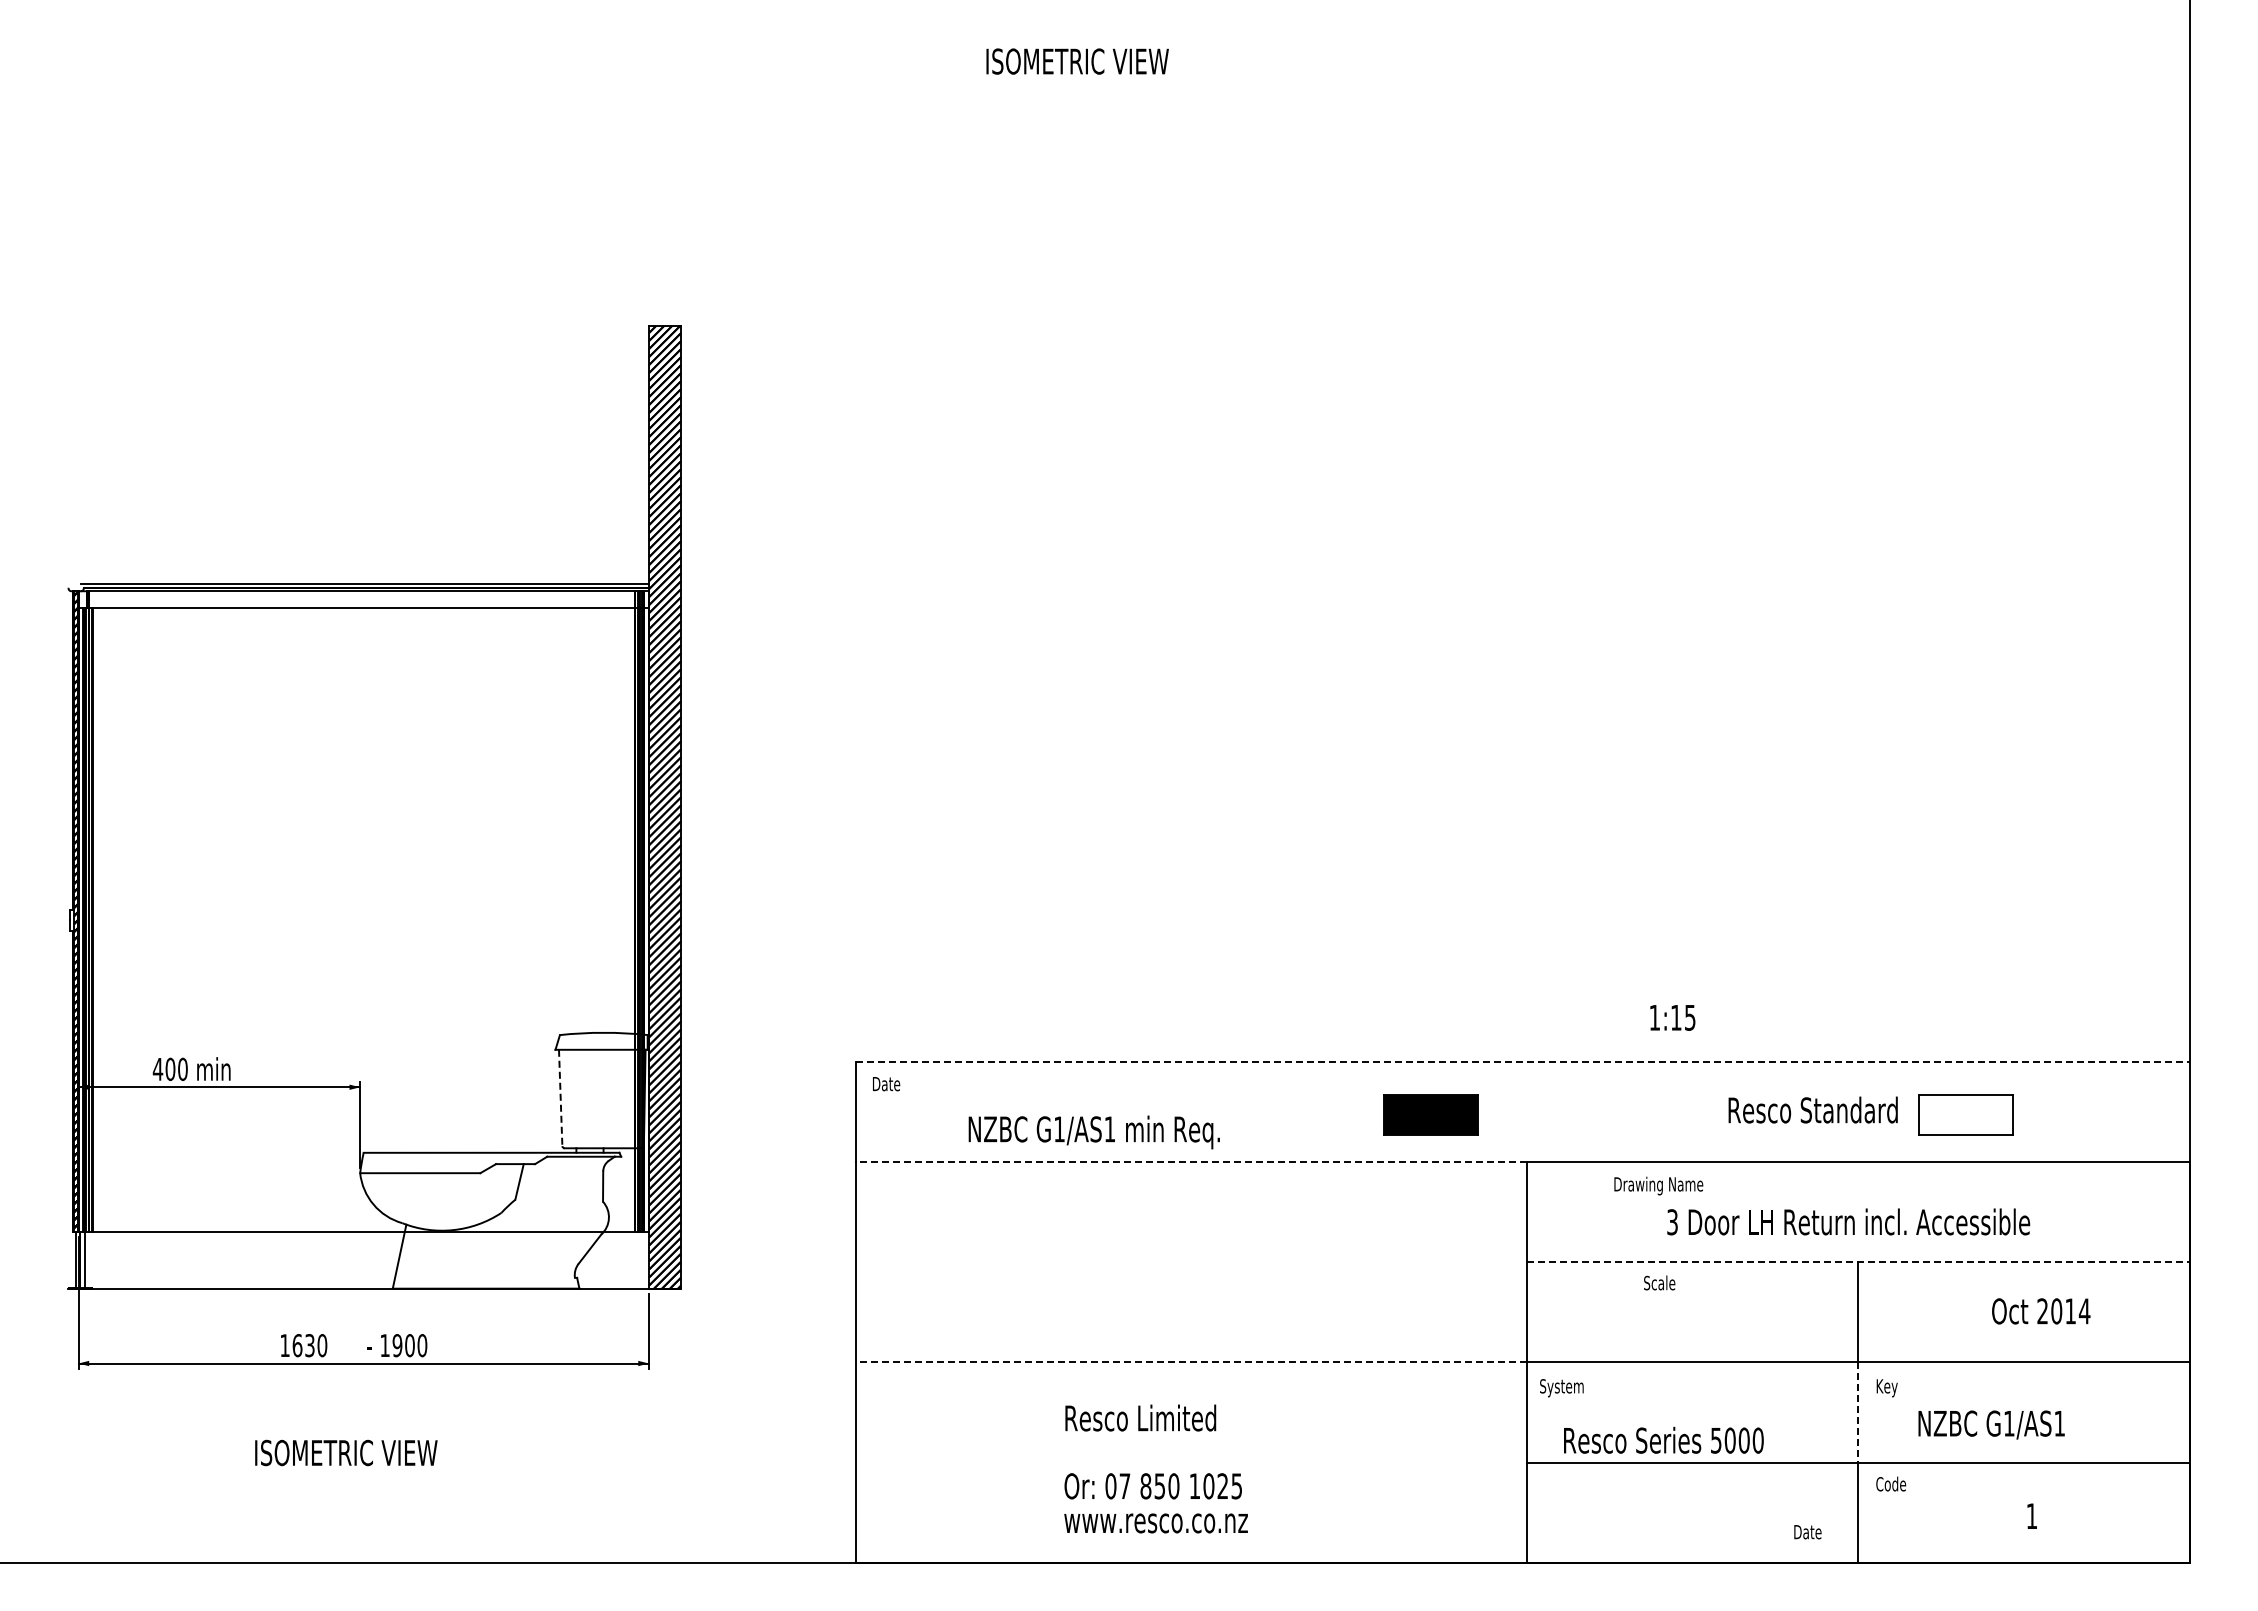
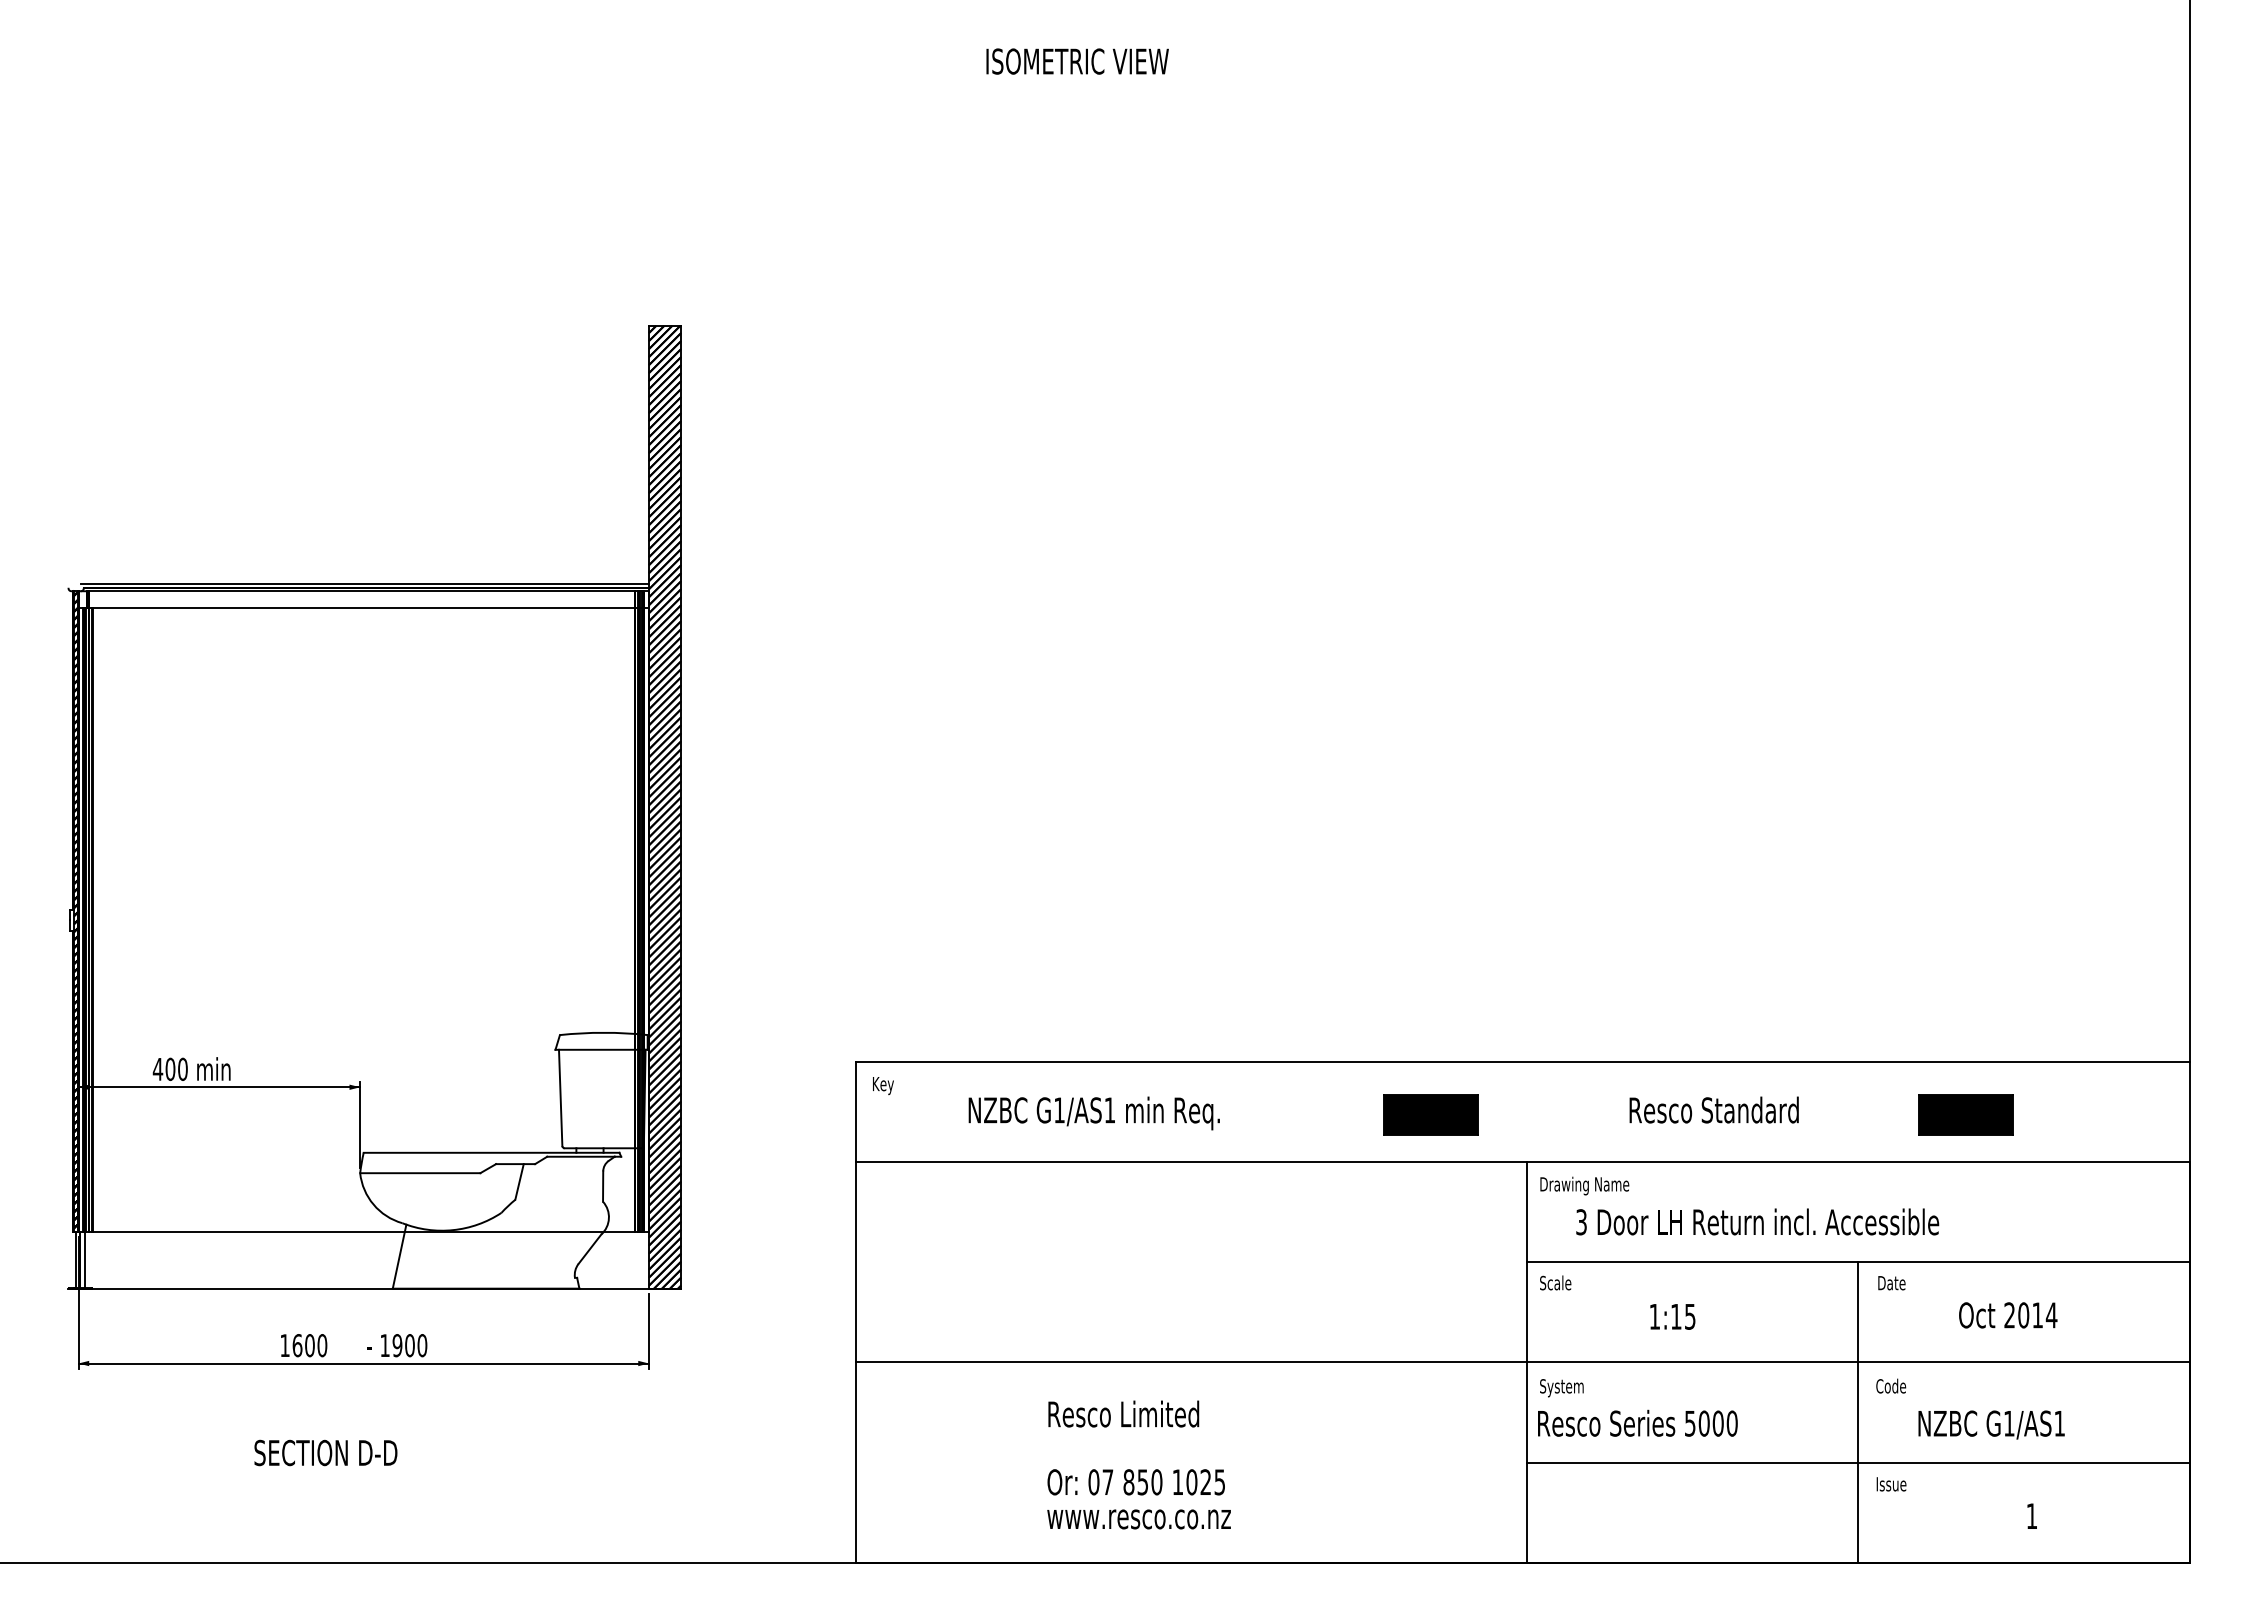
text at (1672, 1017) position: (1672, 1017) -> (1672, 1316)
line at (1523, 1062): dashed -> solid
text at (887, 1086): Date -> Key
line at (560, 1098): dashed -> solid
text at (1812, 1109) position: (1812, 1109) -> (1713, 1109)
fill at (1966, 1114): none -> present
text at (1093, 1132) position: (1093, 1132) -> (1093, 1113)
line at (1191, 1162): dashed -> solid
text at (1658, 1185) position: (1658, 1185) -> (1584, 1185)
text at (1848, 1221) position: (1848, 1221) -> (1757, 1221)
line at (1858, 1262): dashed -> solid
text at (1659, 1282) position: (1659, 1282) -> (1555, 1282)
text at (2041, 1311) position: (2041, 1311) -> (2008, 1315)
text at (309, 1345): 1630 -> 1600
line at (1191, 1362): dashed -> solid
text at (1891, 1387): Key -> Code
line at (1858, 1412): dashed -> solid
text at (1663, 1439) position: (1663, 1439) -> (1637, 1422)
text at (345, 1452): ISOMETRIC VIEW -> SECTION D-D
text at (1155, 1468) position: (1155, 1468) -> (1138, 1464)
text at (1891, 1483): Code -> Issue
text at (1807, 1532) position: (1807, 1532) -> (1891, 1283)
